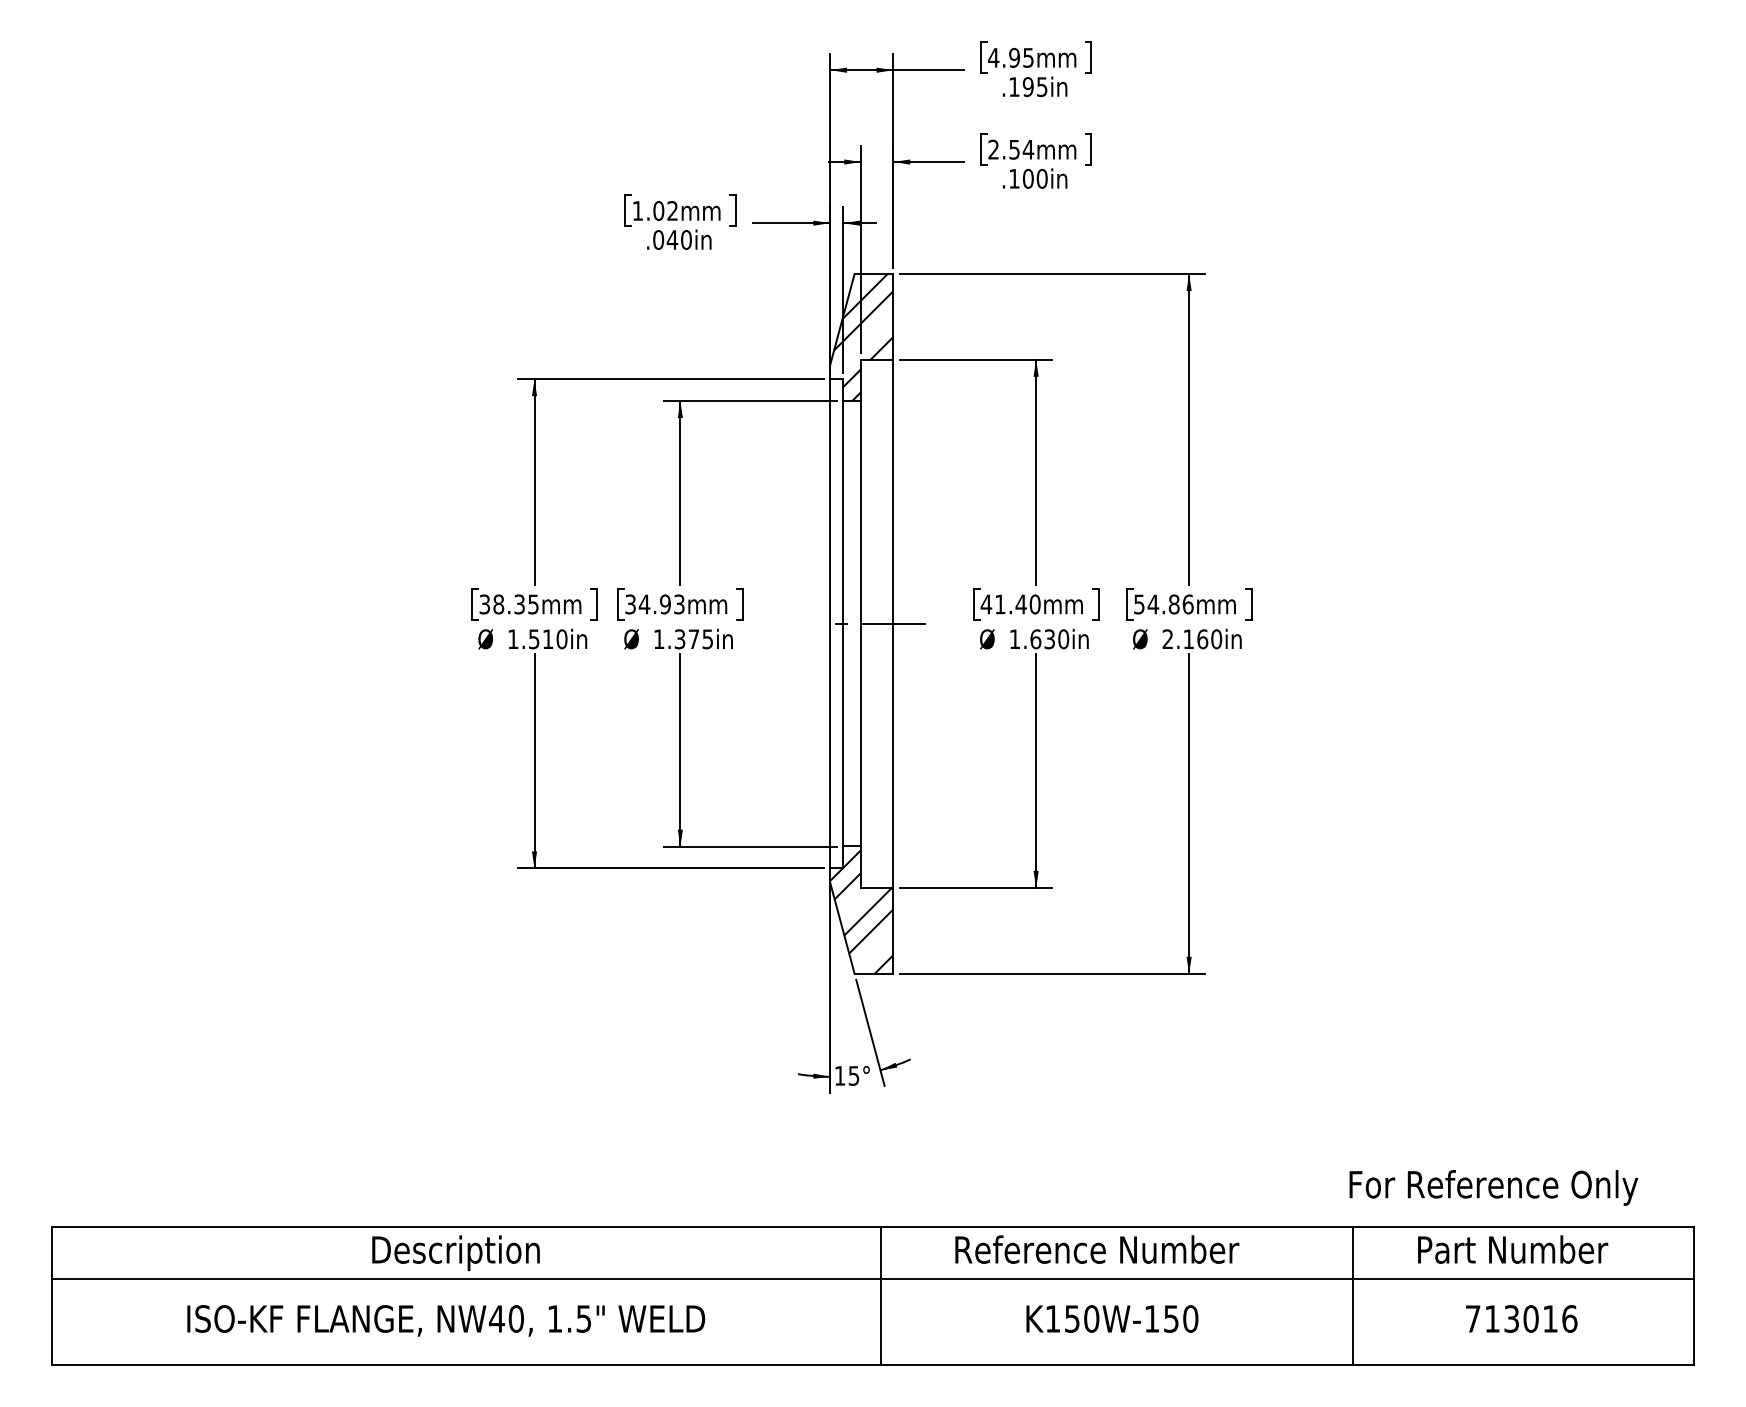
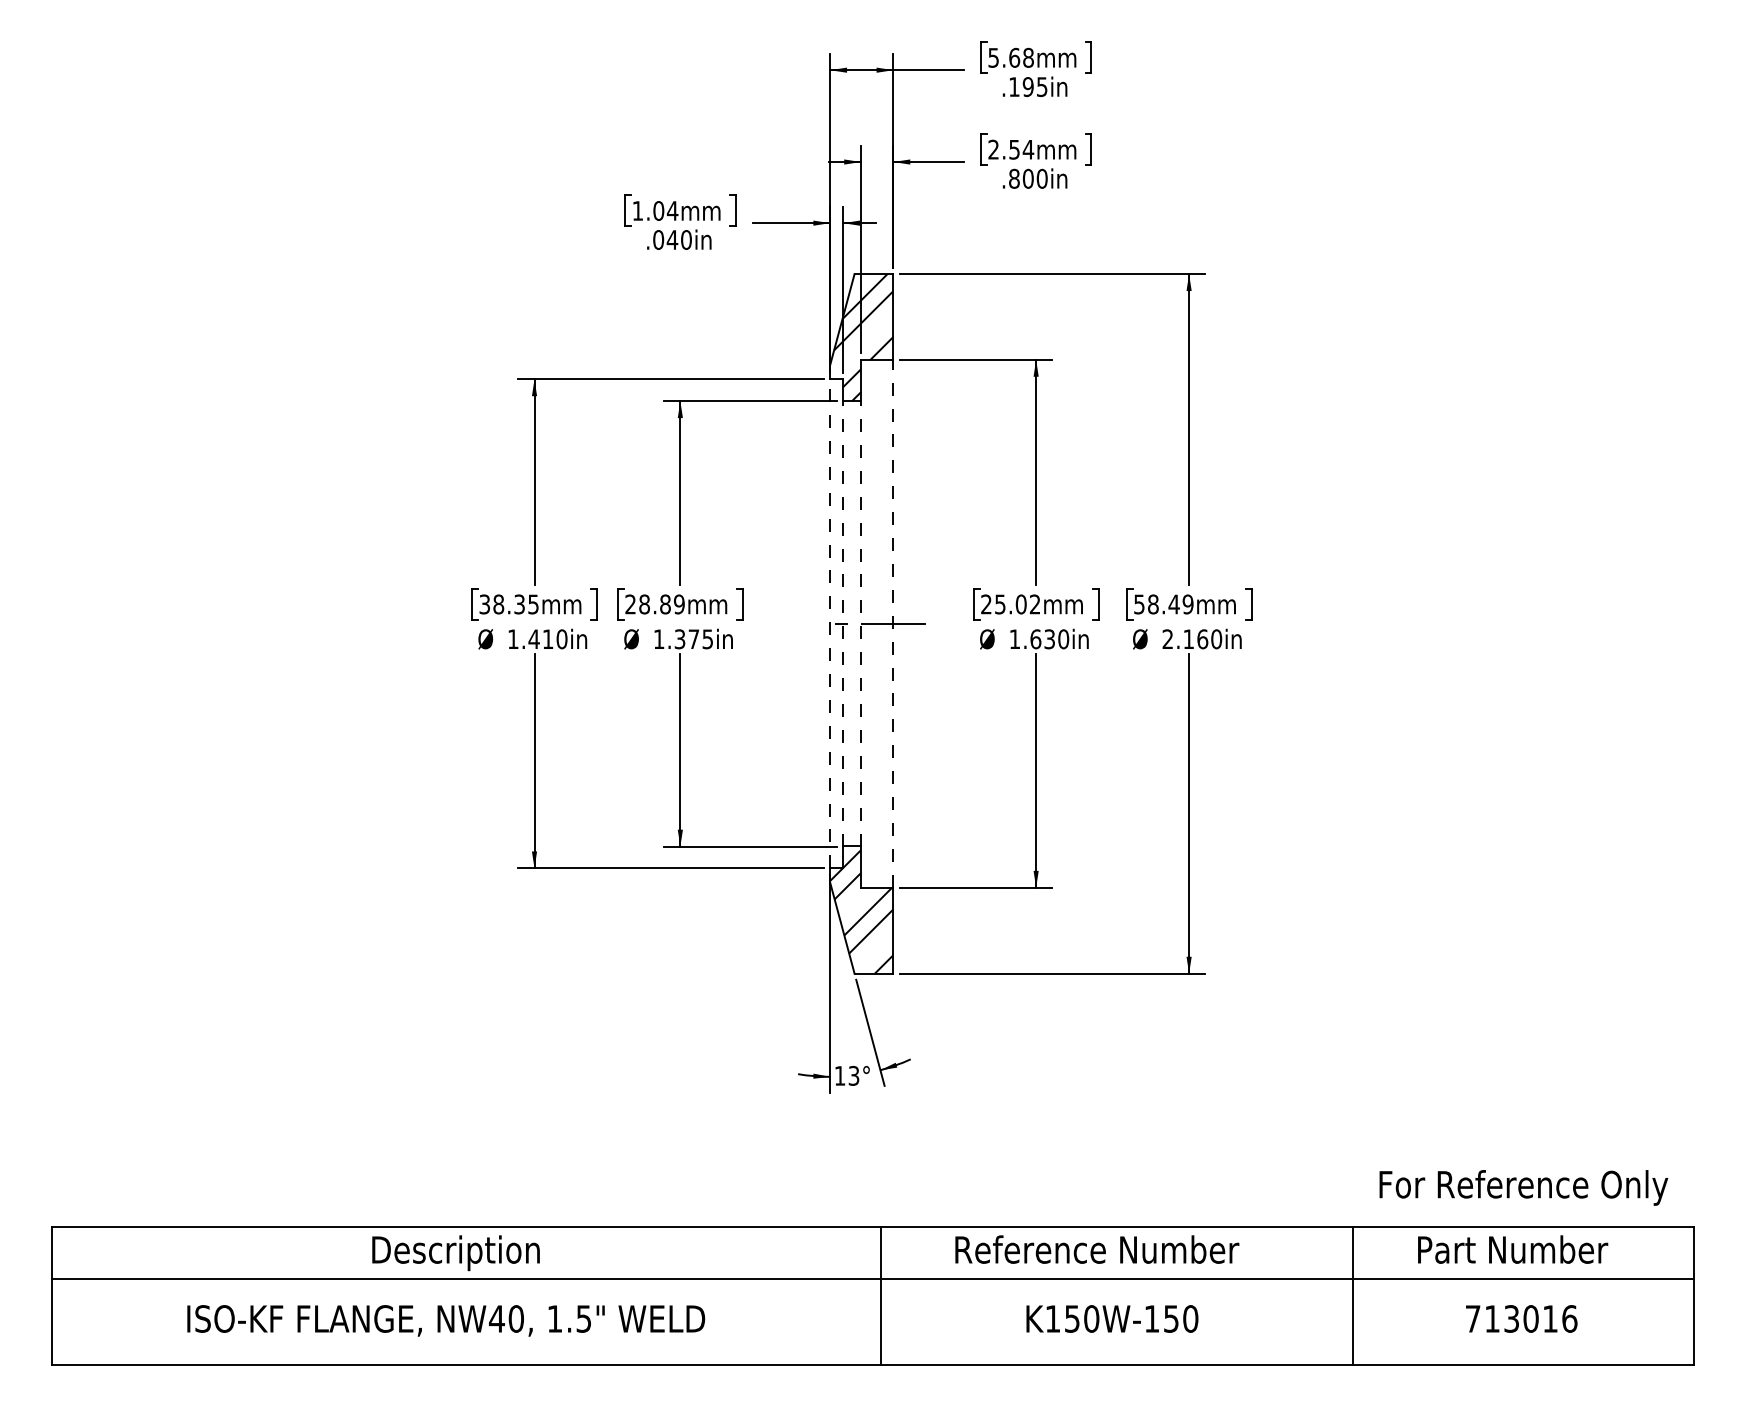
text at (1010, 57): 4.95mm -> 5.68mm
text at (1014, 178): .100in -> .800in
text at (672, 210): 1.02mm -> 1.04mm
text at (654, 604): 34.93mm -> 28.89mm
text at (1010, 604): 41.40mm -> 25.02mm
text at (1170, 604): 54.86mm -> 58.49mm
line at (830, 623): solid -> dashed
line at (843, 623): solid -> dashed
line at (861, 623): solid -> dashed
line at (893, 623): solid -> dashed
text at (533, 639): 1.510in -> 1.410in
text at (854, 1075): 15° -> 13°
text at (1493, 1187) position: (1493, 1187) -> (1523, 1187)
